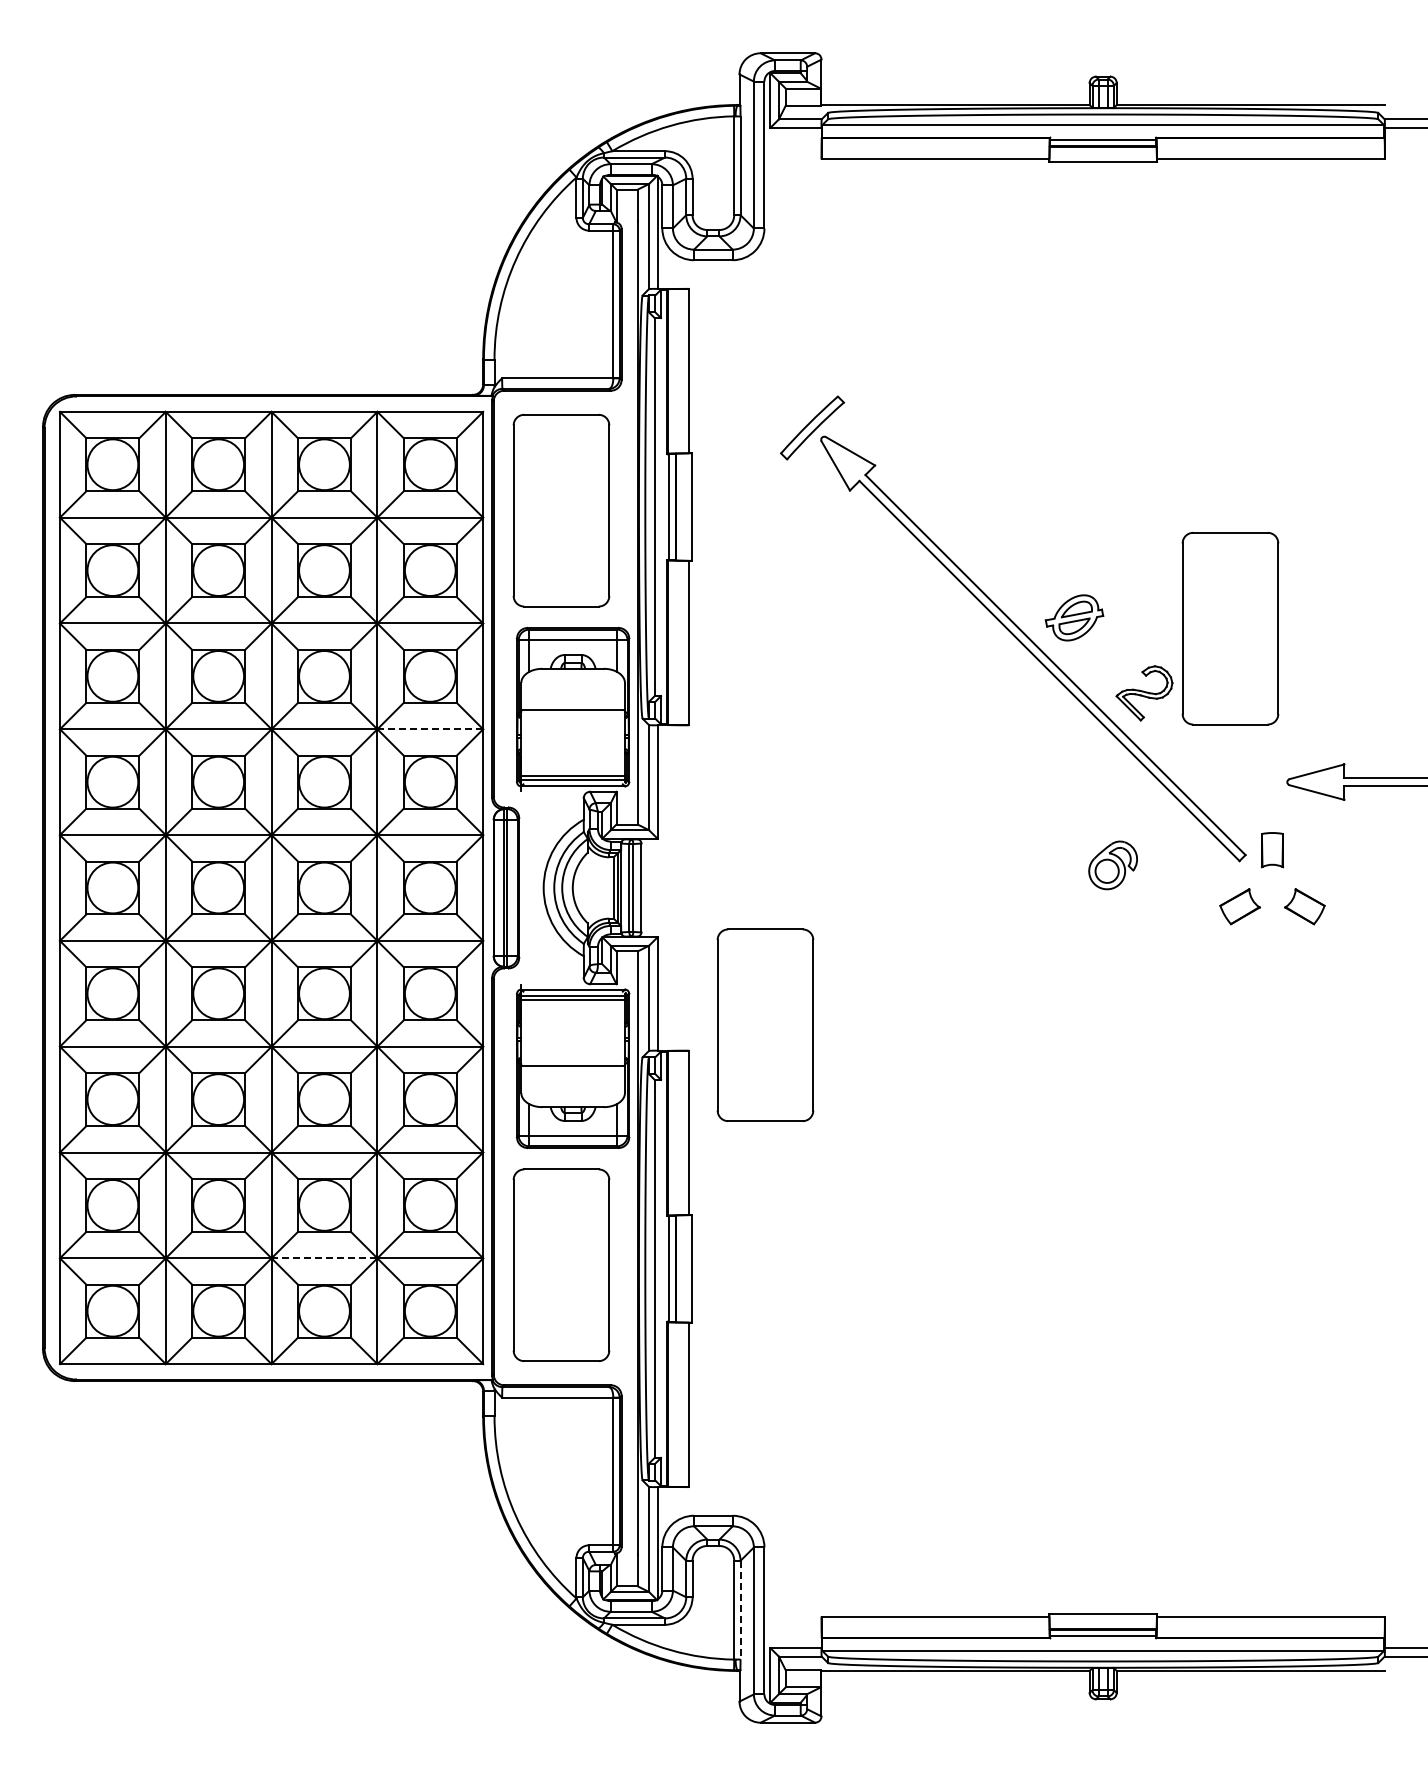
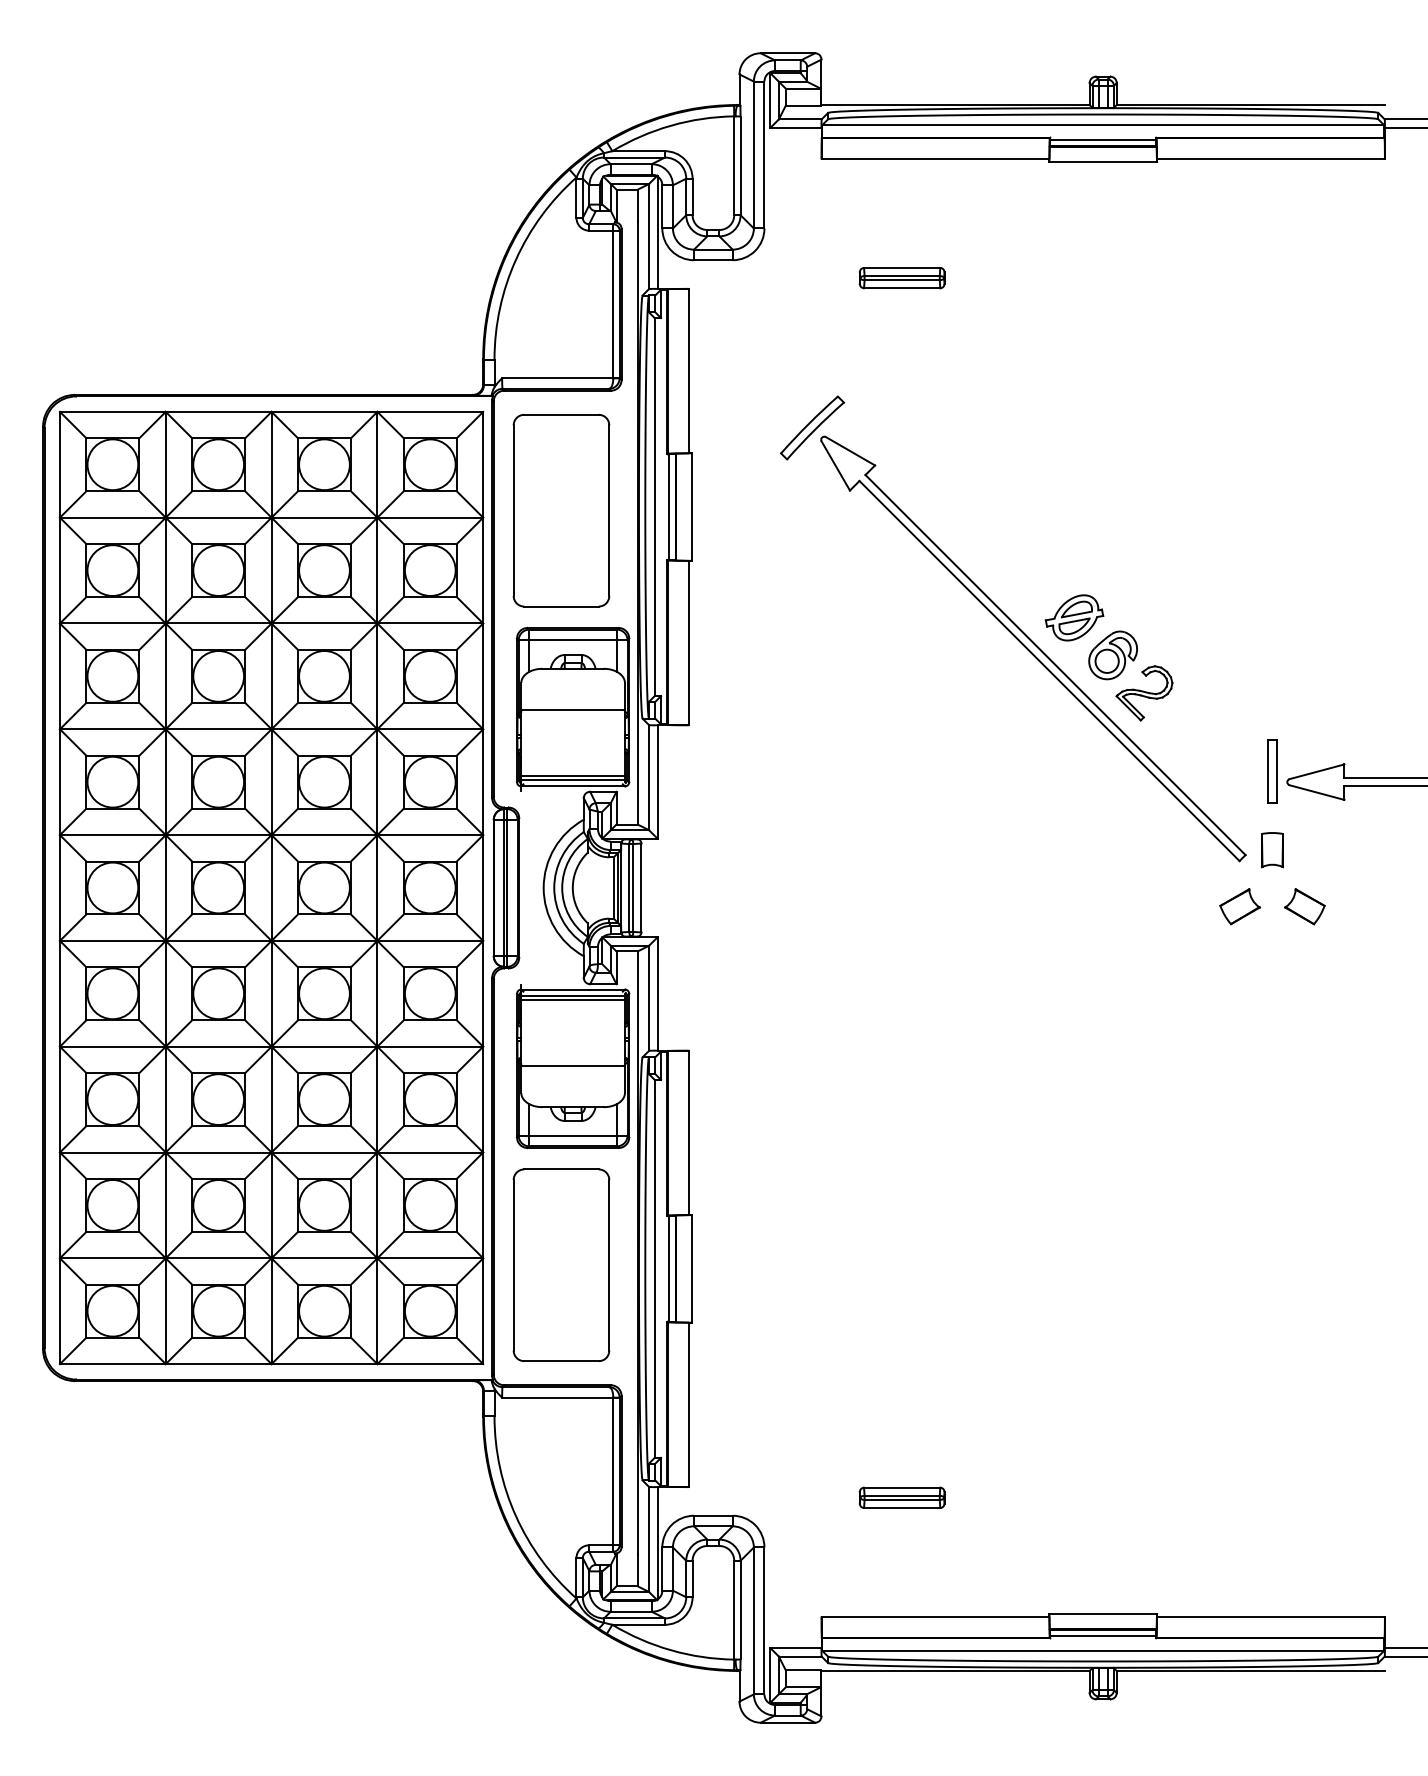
part at (901, 278): none -> present
part at (1230, 628): present -> none
line at (430, 729): dashed -> solid
part at (1272, 771): none -> present
part at (1112, 865) position: (1112, 865) -> (1112, 655)
part at (765, 1024): present -> none
line at (324, 1258): dashed -> solid
part at (901, 1497): none -> present
line at (740, 1610): dashed -> solid
